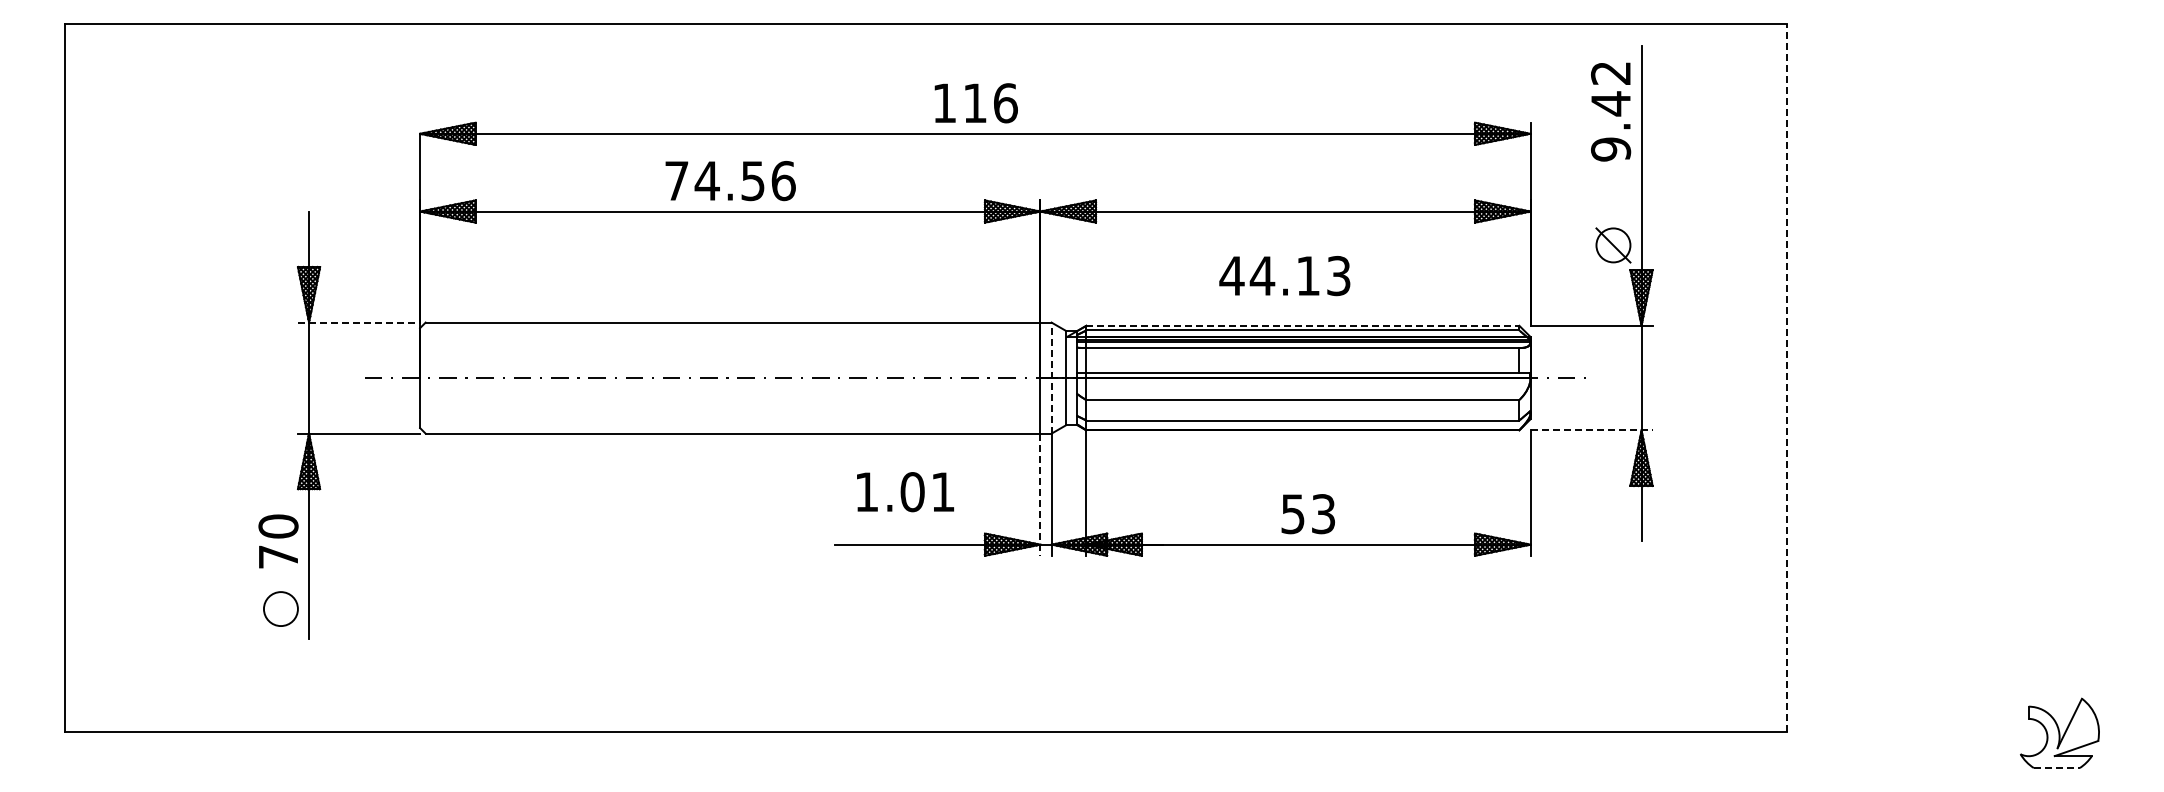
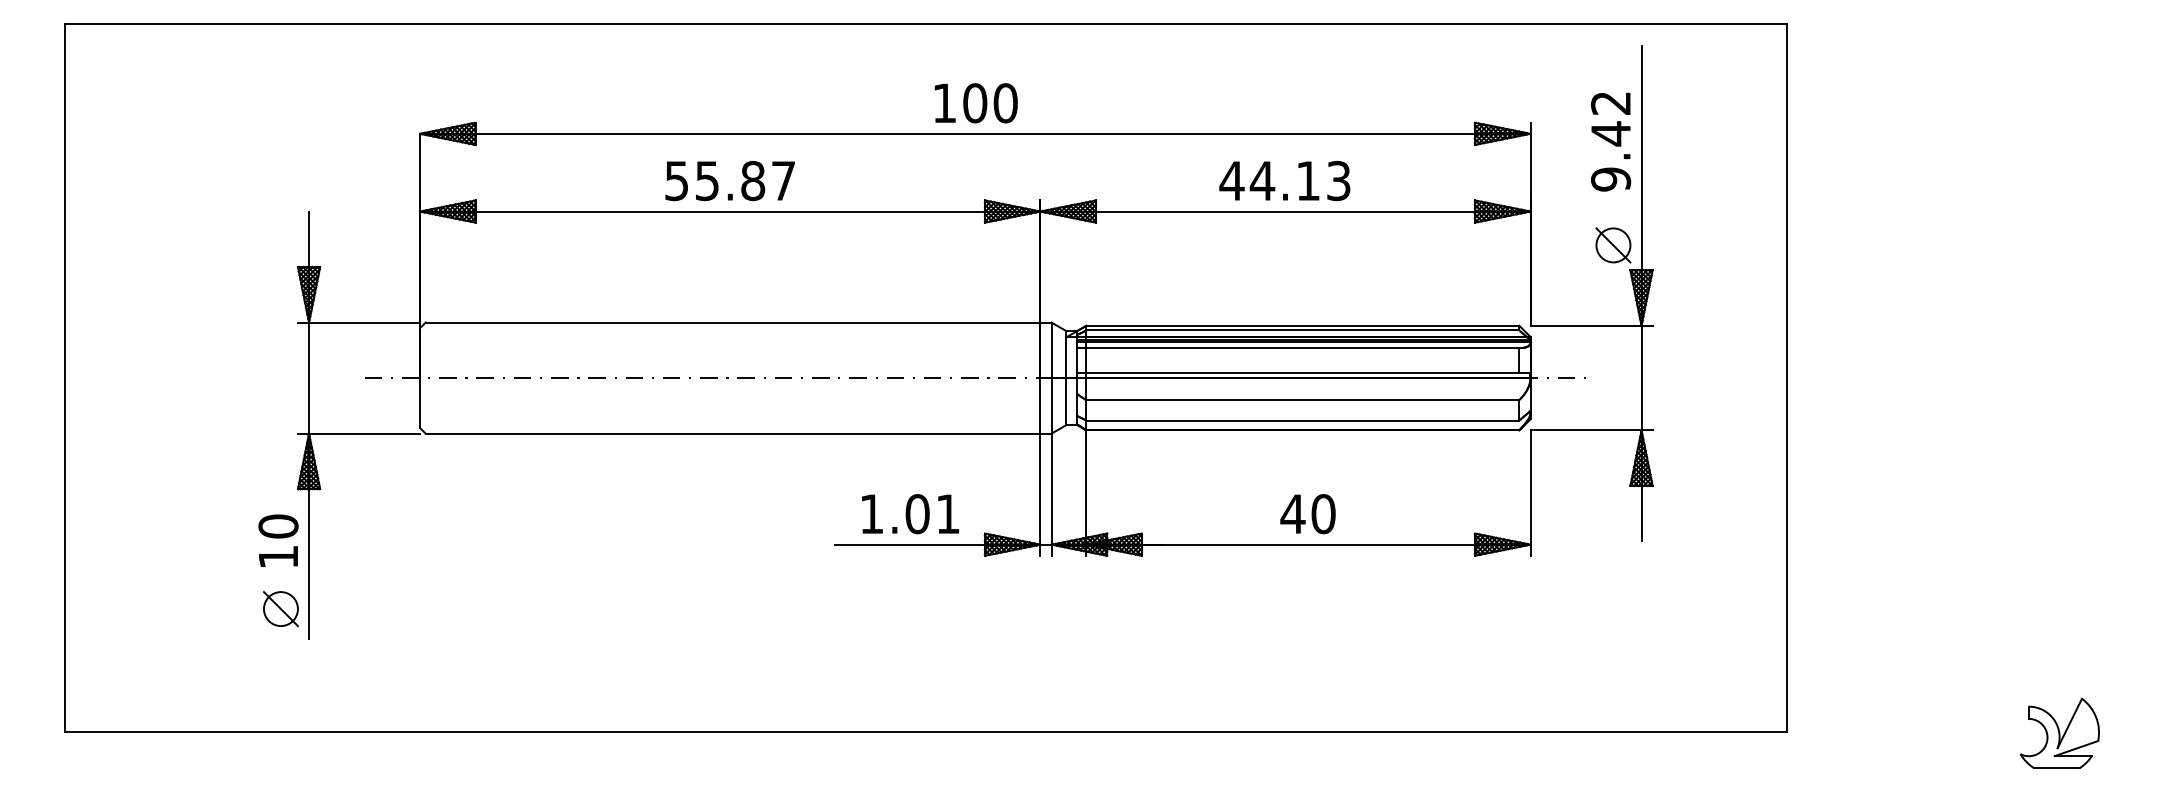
text at (990, 103): 116 -> 100
text at (1611, 111) position: (1611, 111) -> (1611, 141)
text at (730, 180): 74.56 -> 55.87
text at (1284, 276) position: (1284, 276) -> (1284, 181)
line at (359, 322): dashed -> solid
line at (1302, 325): dashed -> solid
line at (1787, 377): dashed -> solid
line at (1051, 378): dashed -> solid
line at (1592, 430): dashed -> solid
text at (905, 492) position: (905, 492) -> (910, 514)
line at (1040, 495): dashed -> solid
text at (1307, 514): 53 -> 40
text at (278, 556): 70 -> 10
line at (280, 609): none -> present
line at (2056, 768): dashed -> solid
